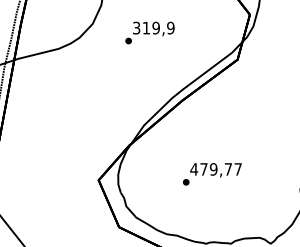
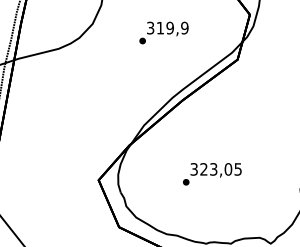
text at (149, 32) position: (149, 32) -> (163, 32)
text at (215, 169): 479,77 -> 323,05
